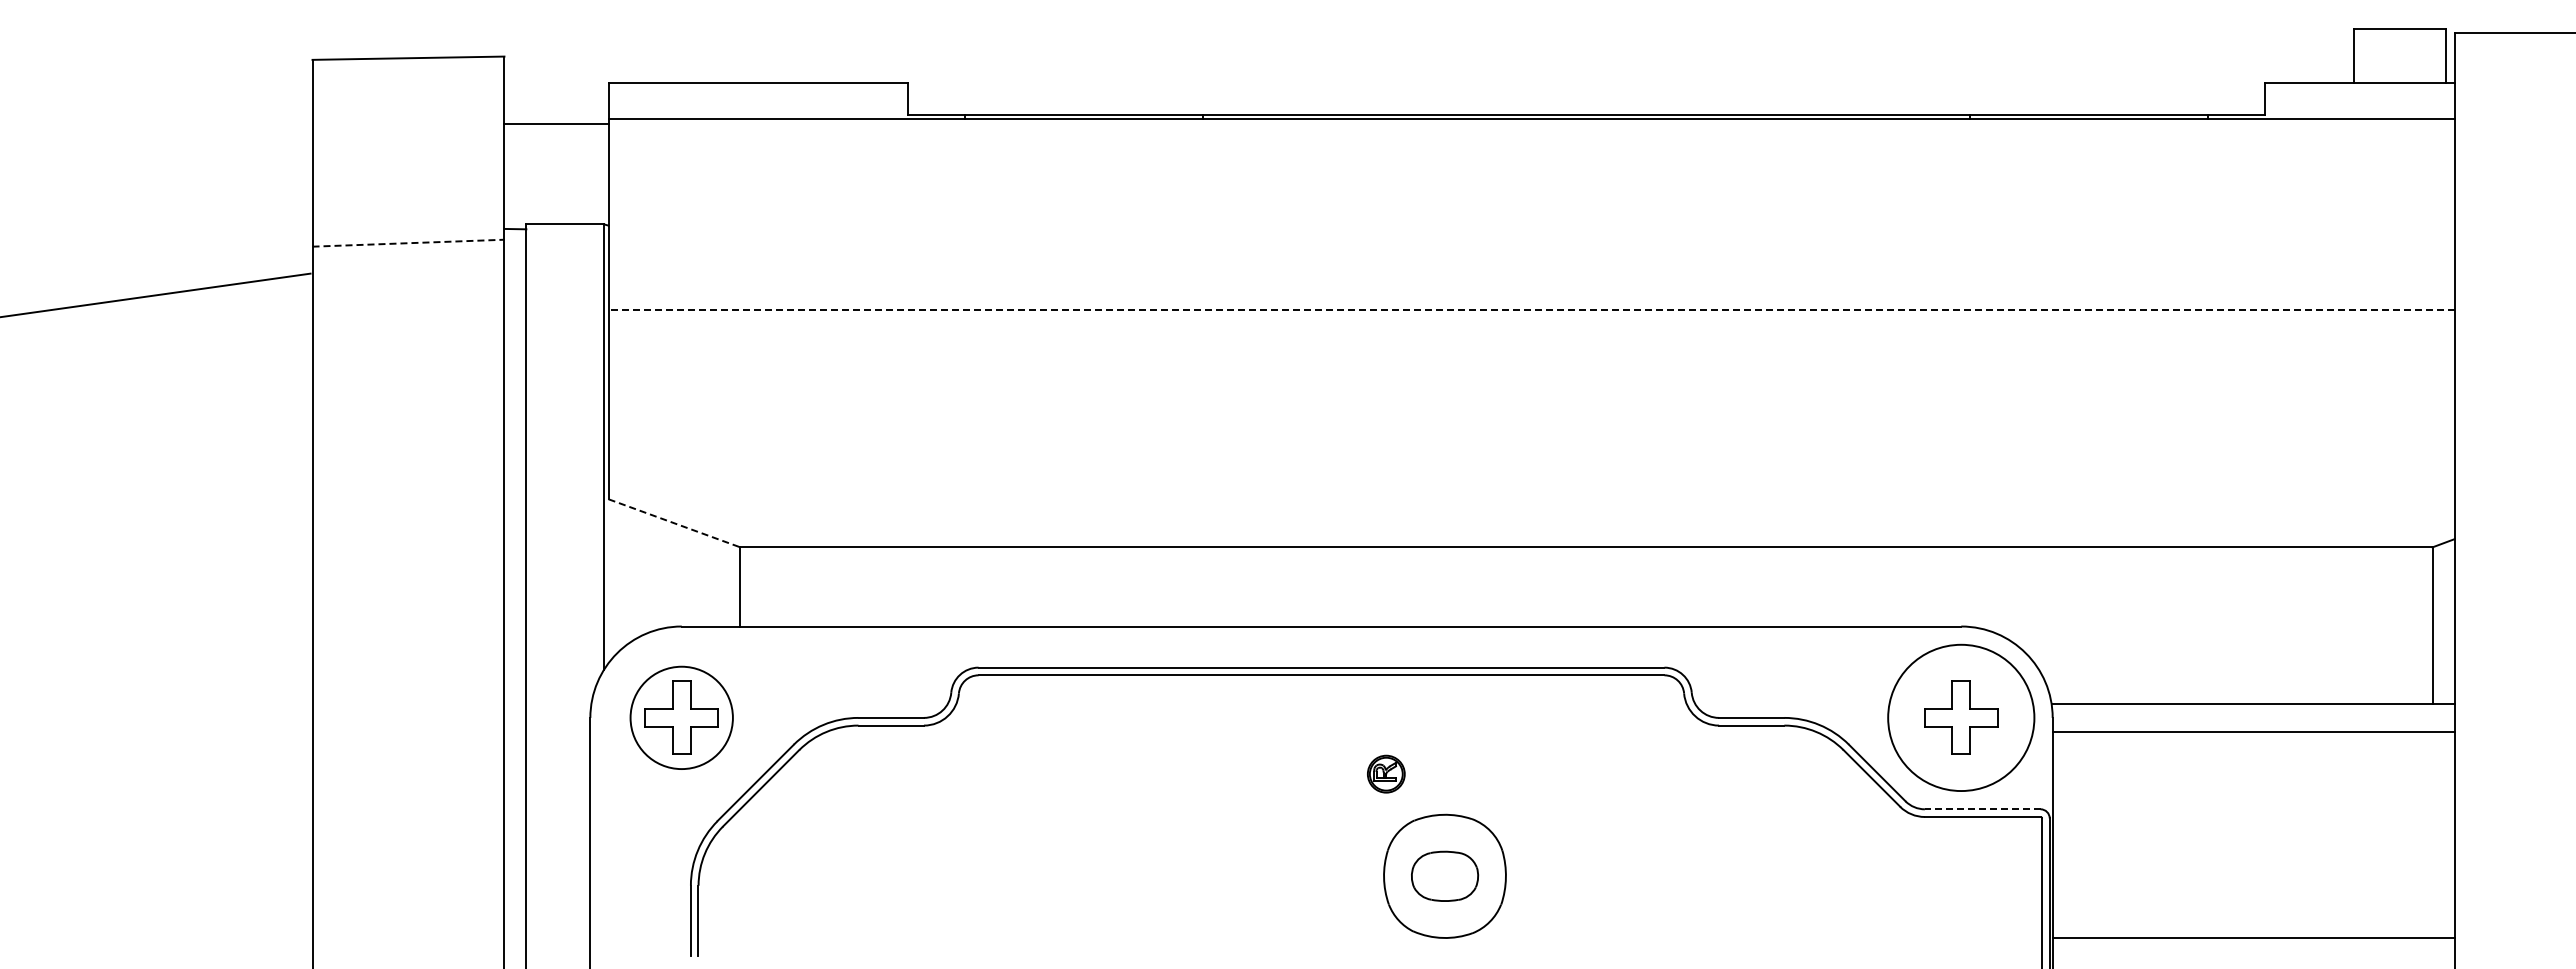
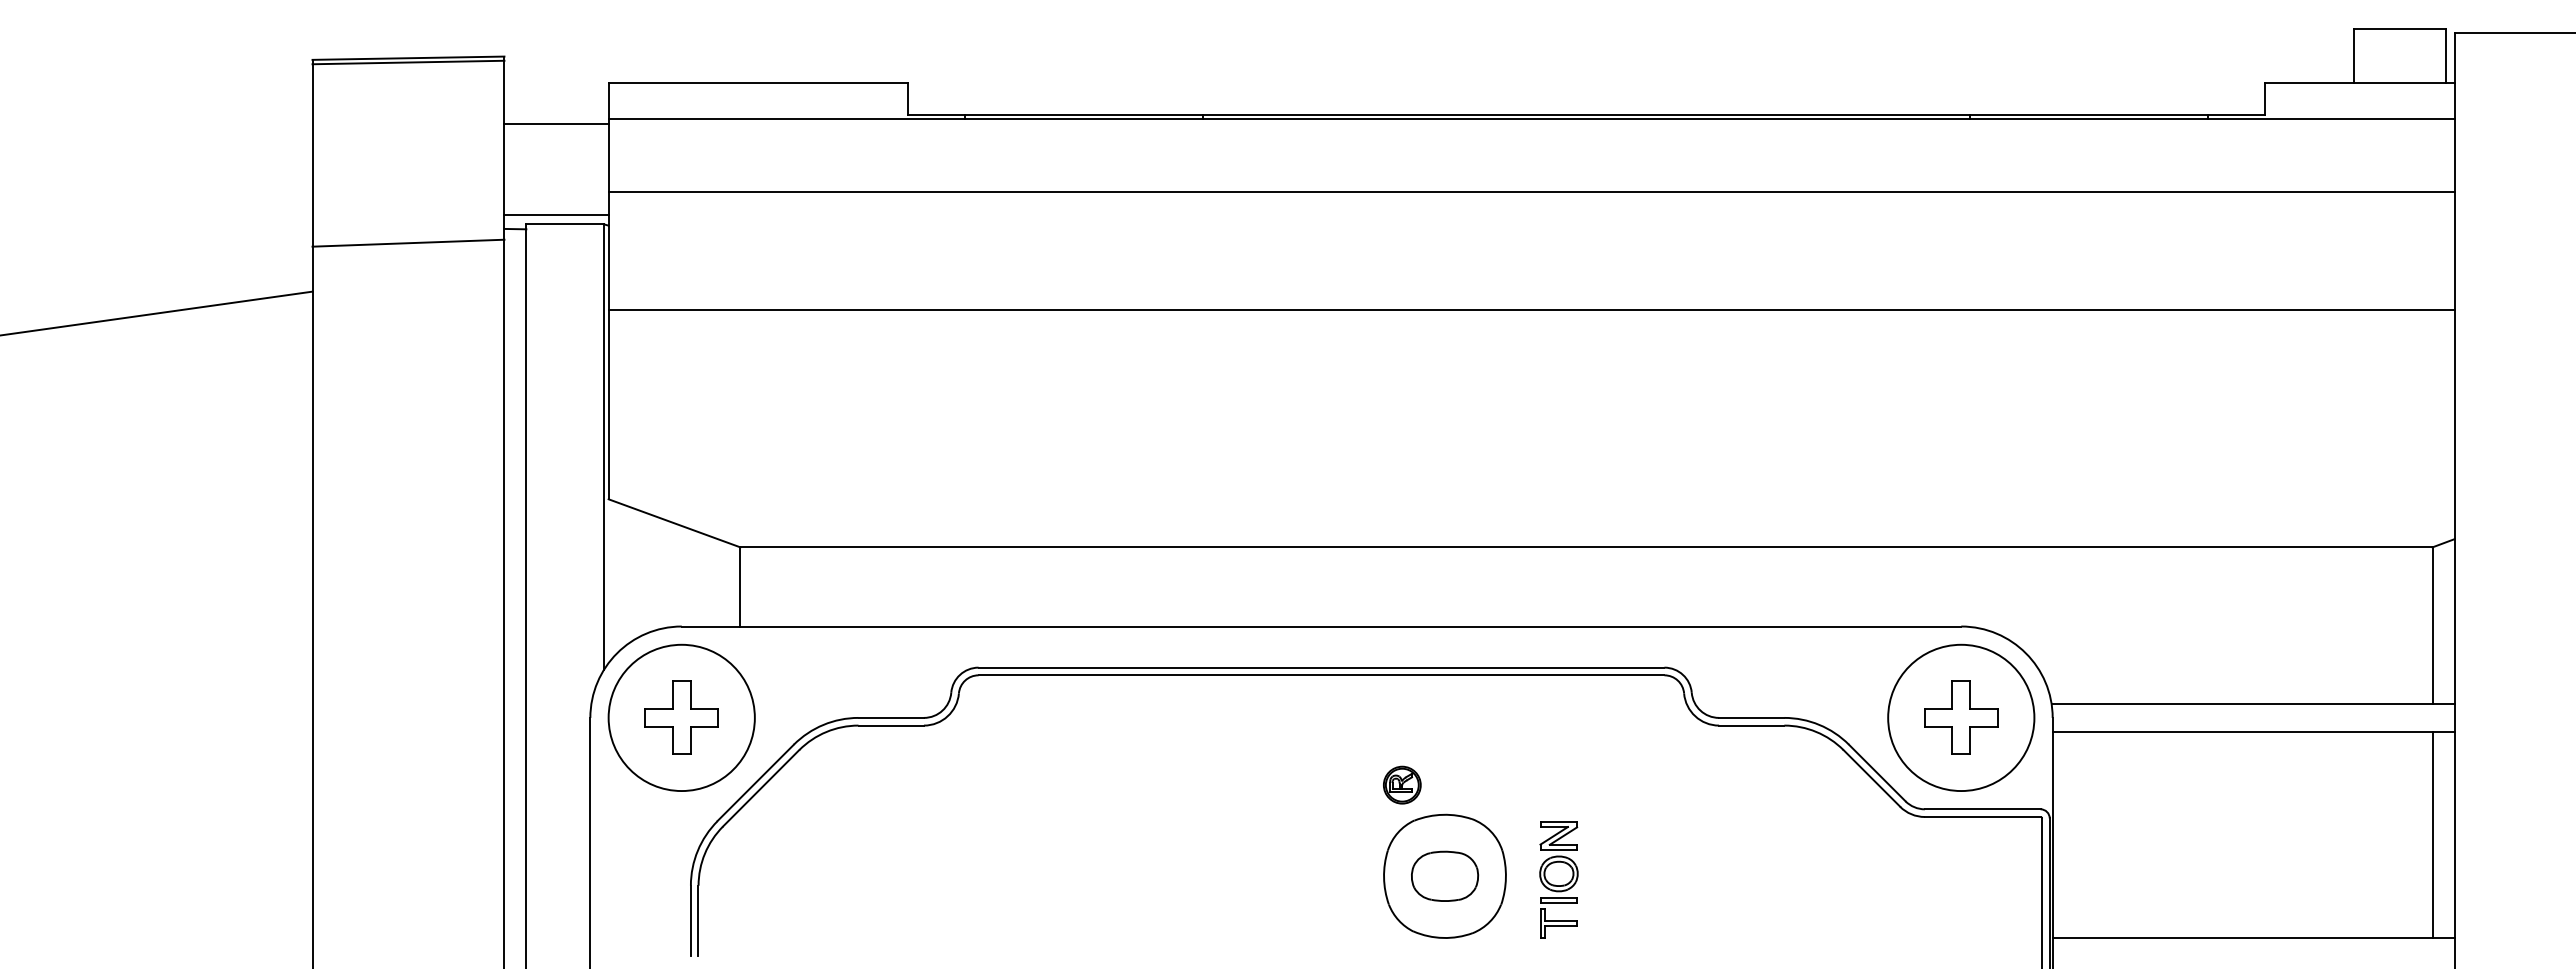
line at (408, 62): none -> present
line at (1531, 192): none -> present
line at (556, 215): none -> present
line at (408, 243): dashed -> solid
line at (156, 294) position: (156, 294) -> (157, 313)
line at (1531, 310): dashed -> solid
line at (675, 523): dashed -> solid
circle at (681, 717) diameter: 102 px -> 146 px
part at (1386, 773) position: (1386, 773) -> (1402, 784)
line at (1982, 809): dashed -> solid
line at (2432, 834): none -> present
part at (1558, 879): none -> present
